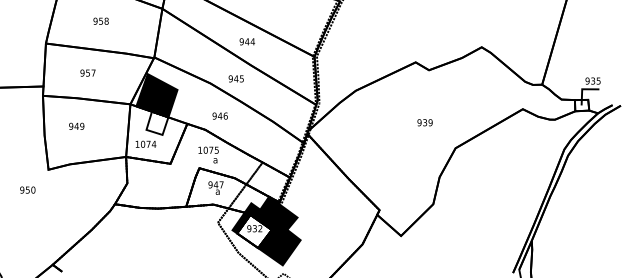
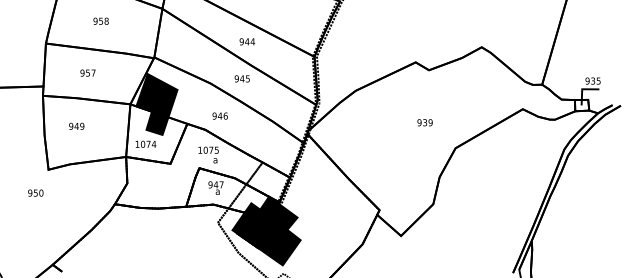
text at (235, 78) position: (235, 78) -> (241, 78)
fill at (157, 122): none -> present
text at (27, 189) position: (27, 189) -> (35, 192)
fill at (254, 231): none -> present
